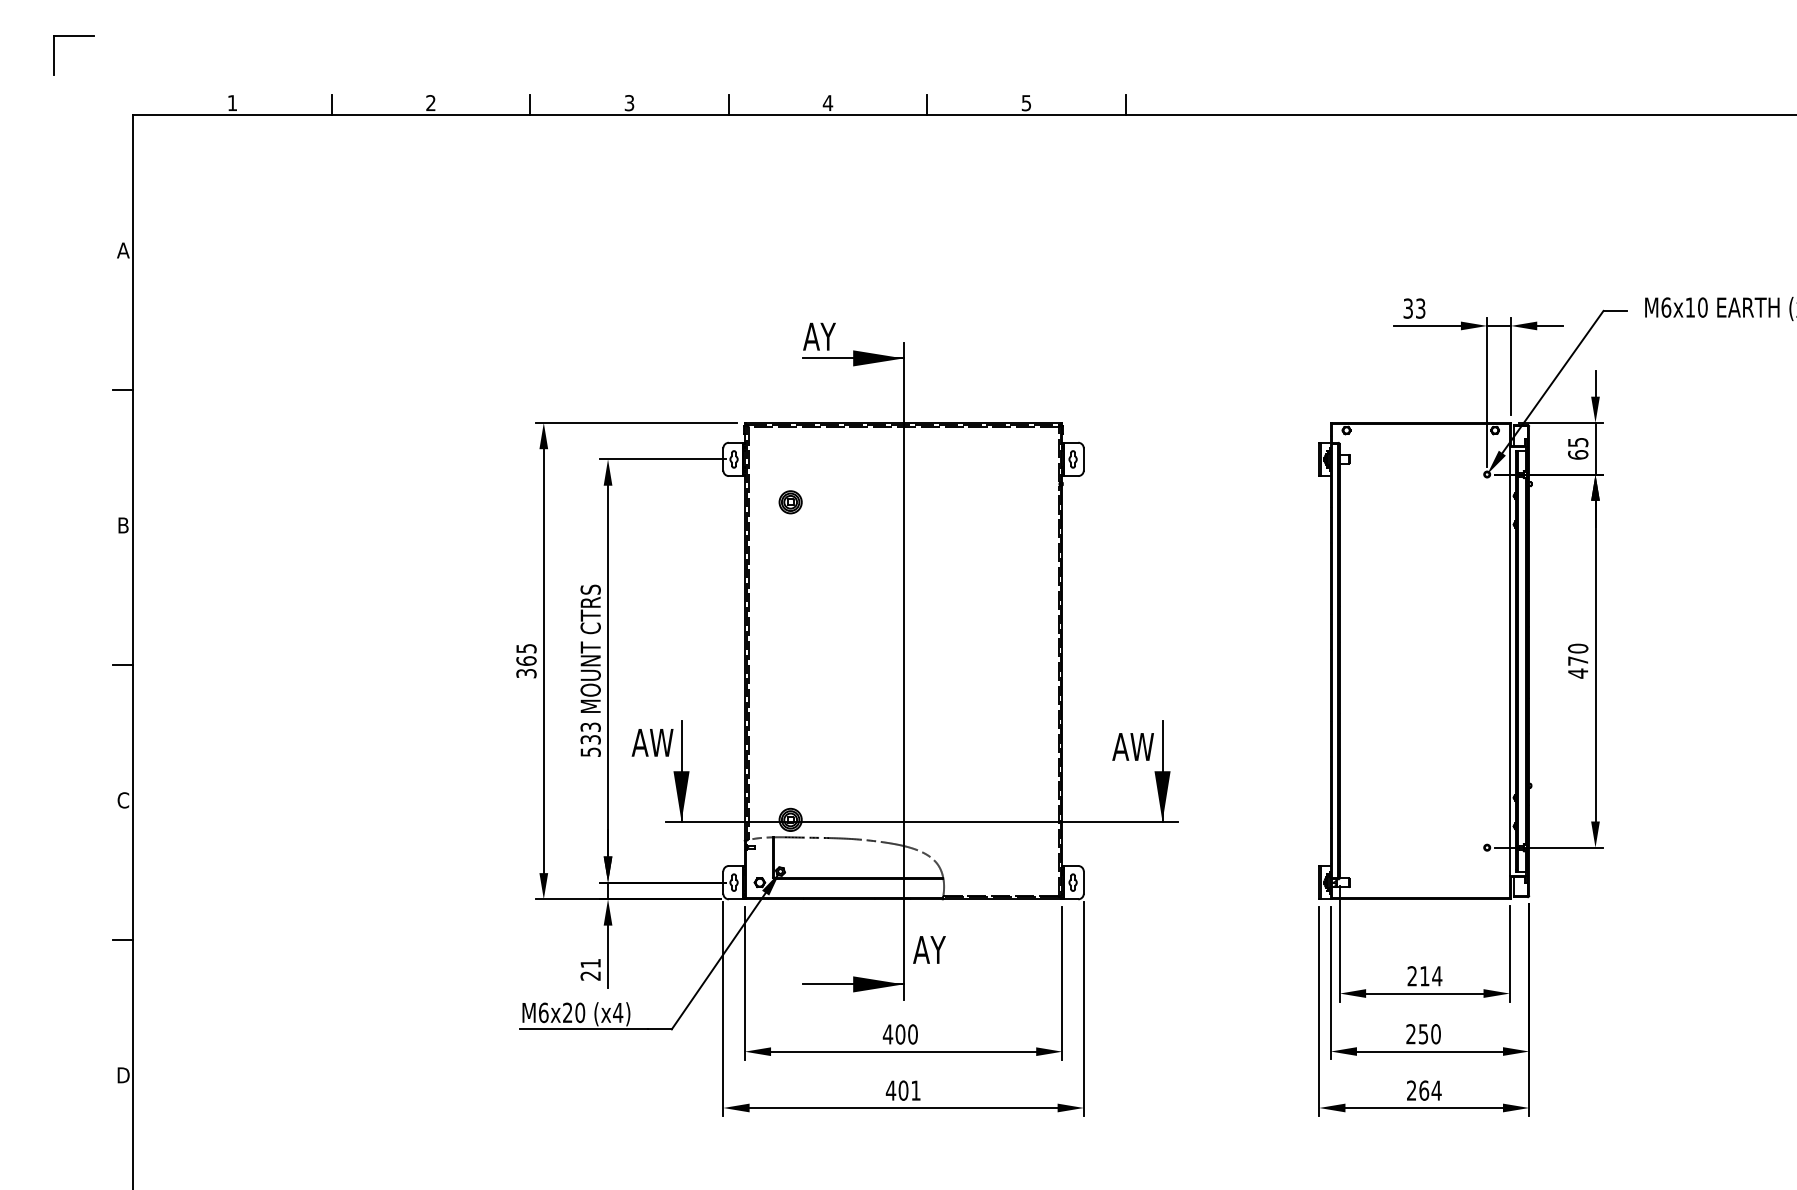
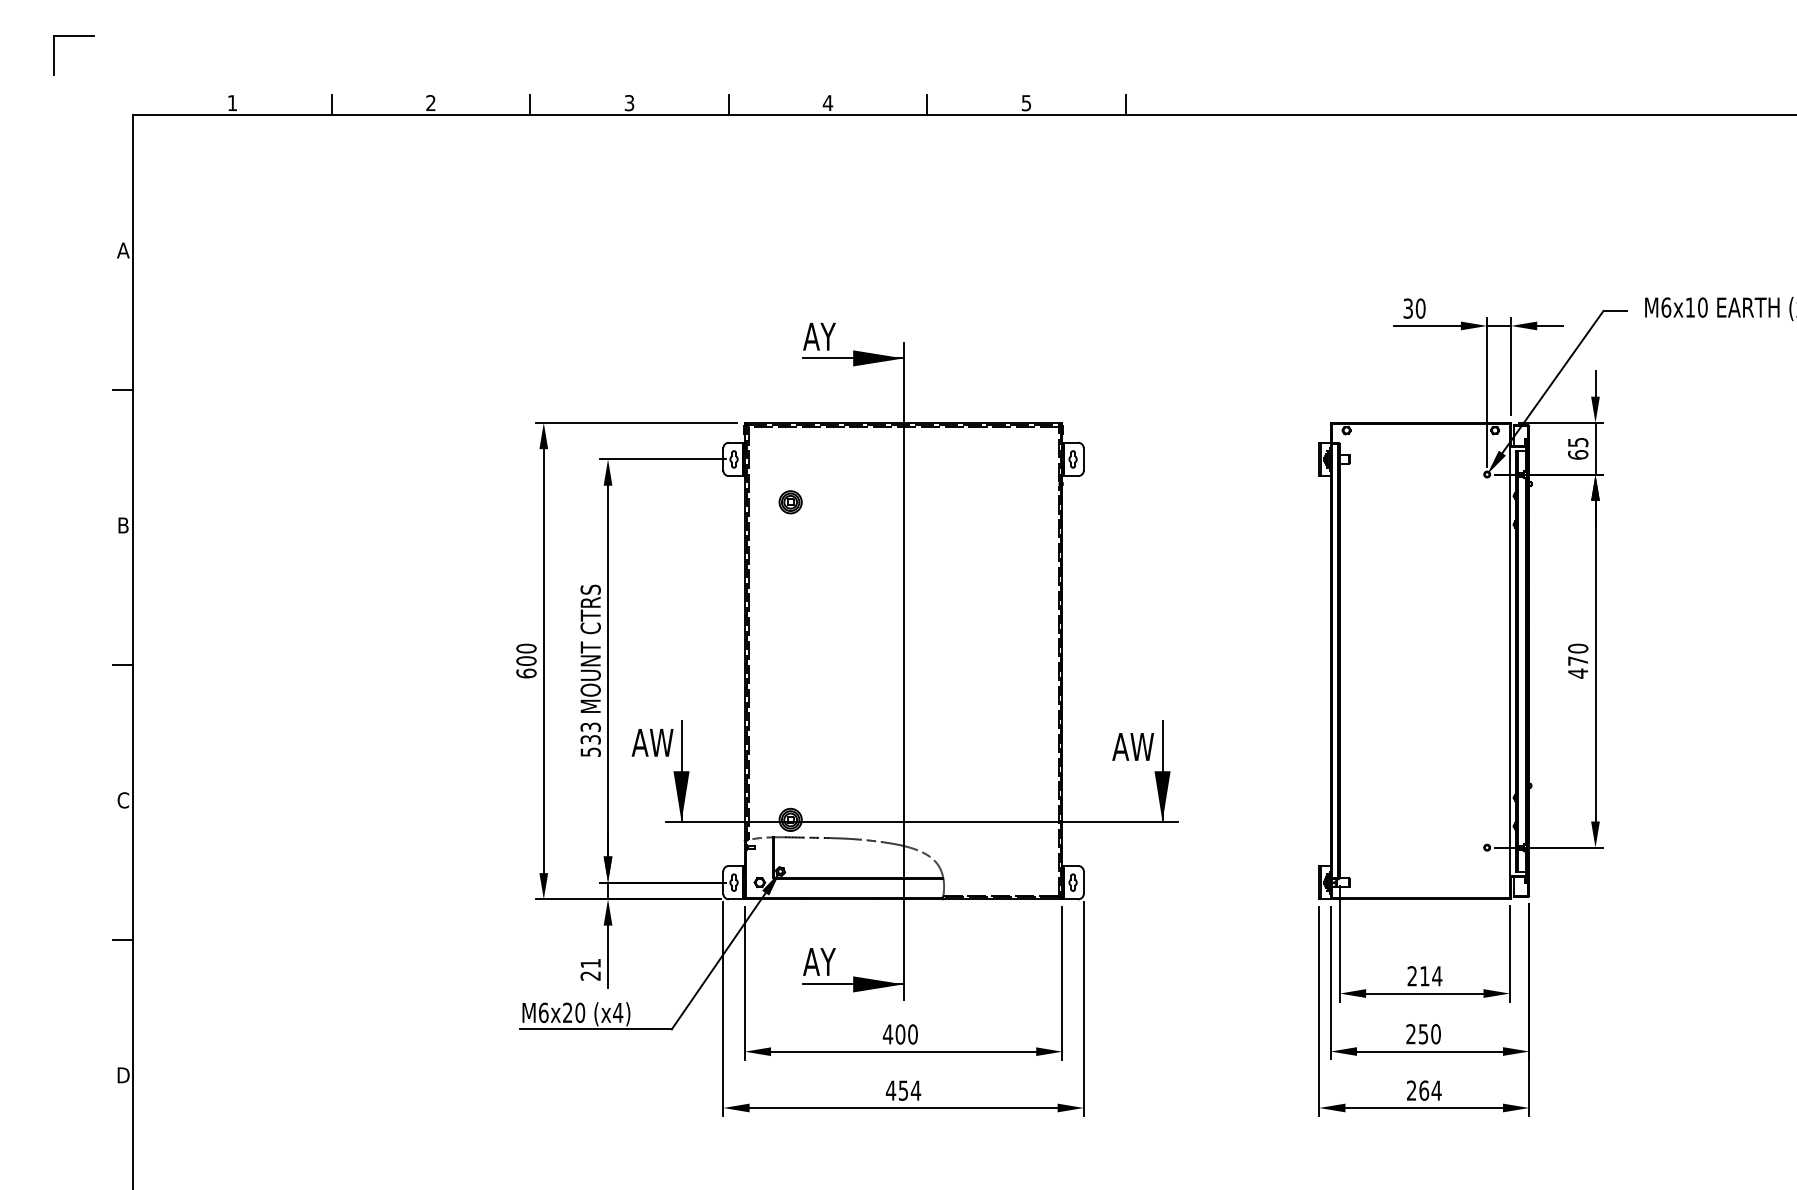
text at (1420, 308): 33 -> 30
text at (526, 660): 365 -> 600
text at (929, 949) position: (929, 949) -> (819, 961)
text at (909, 1090): 401 -> 454
